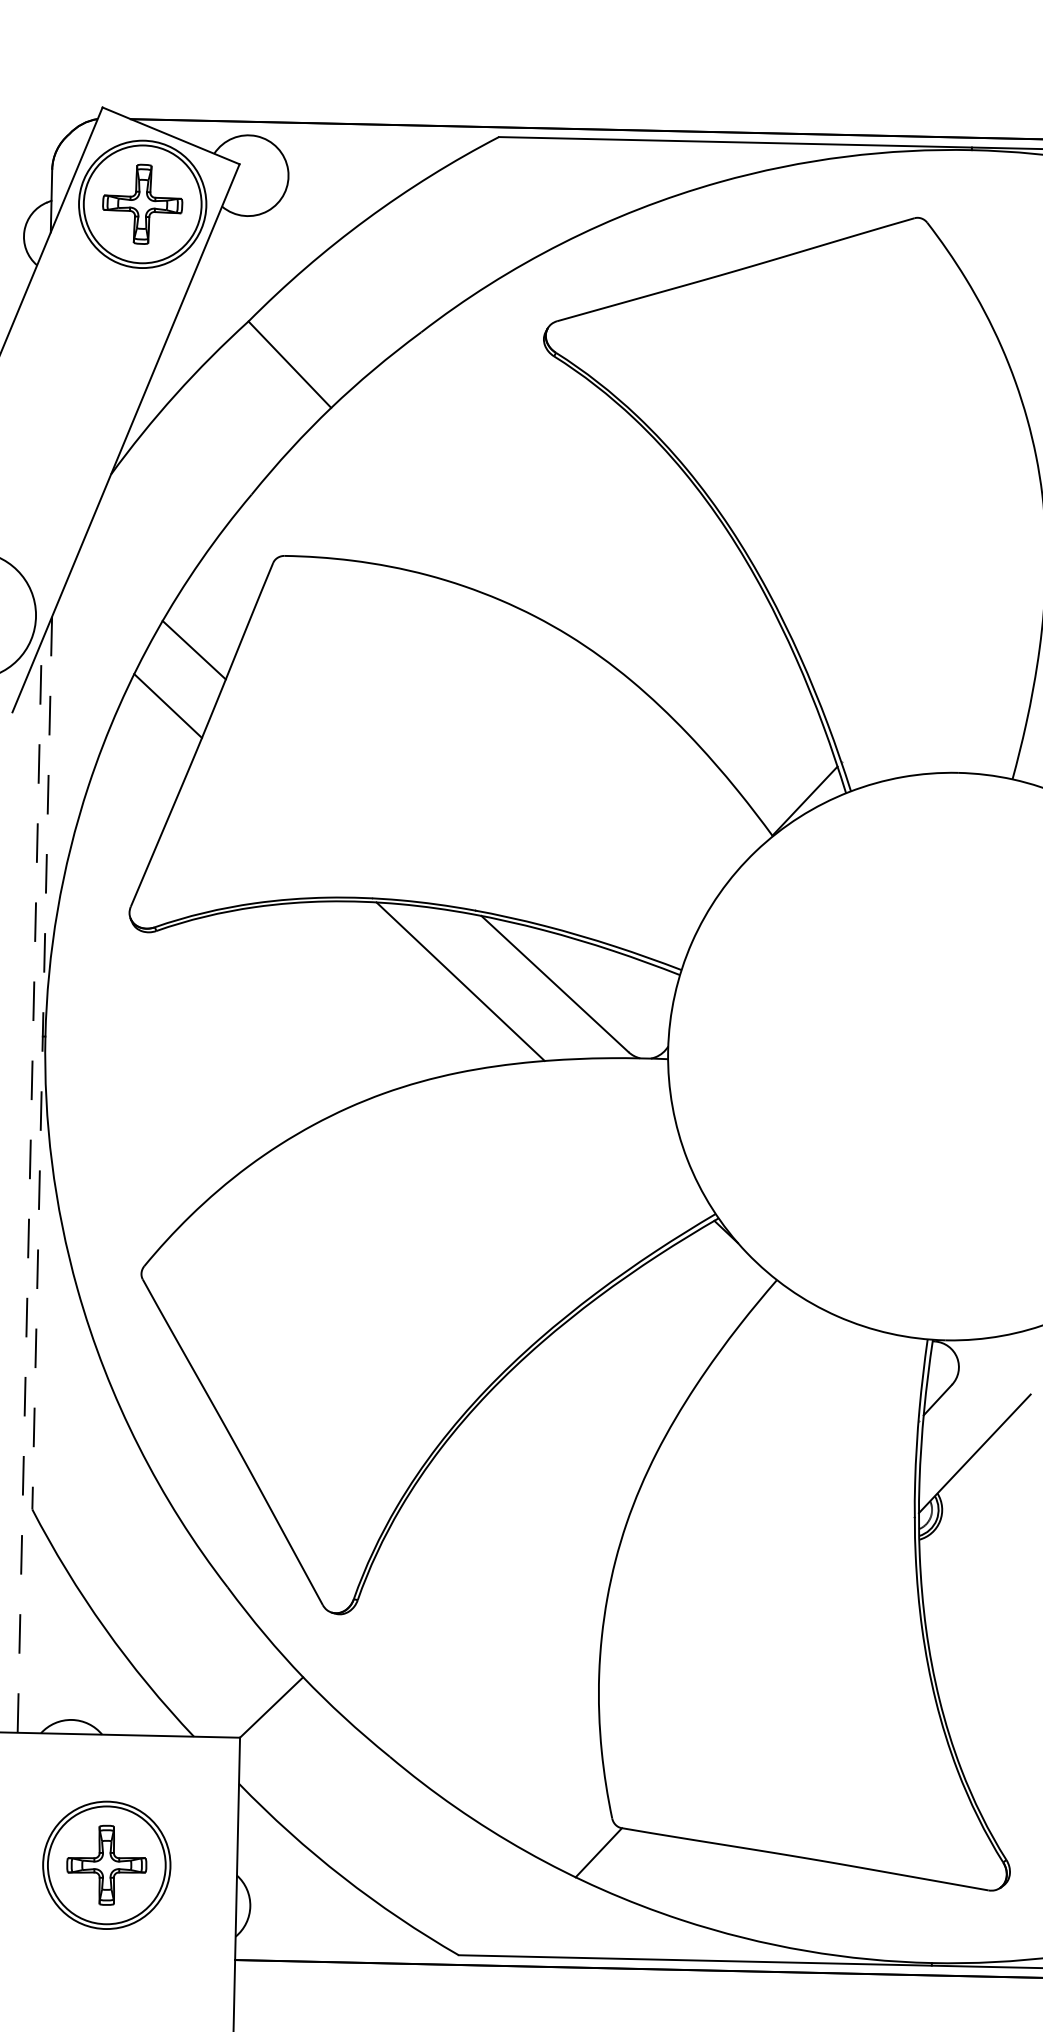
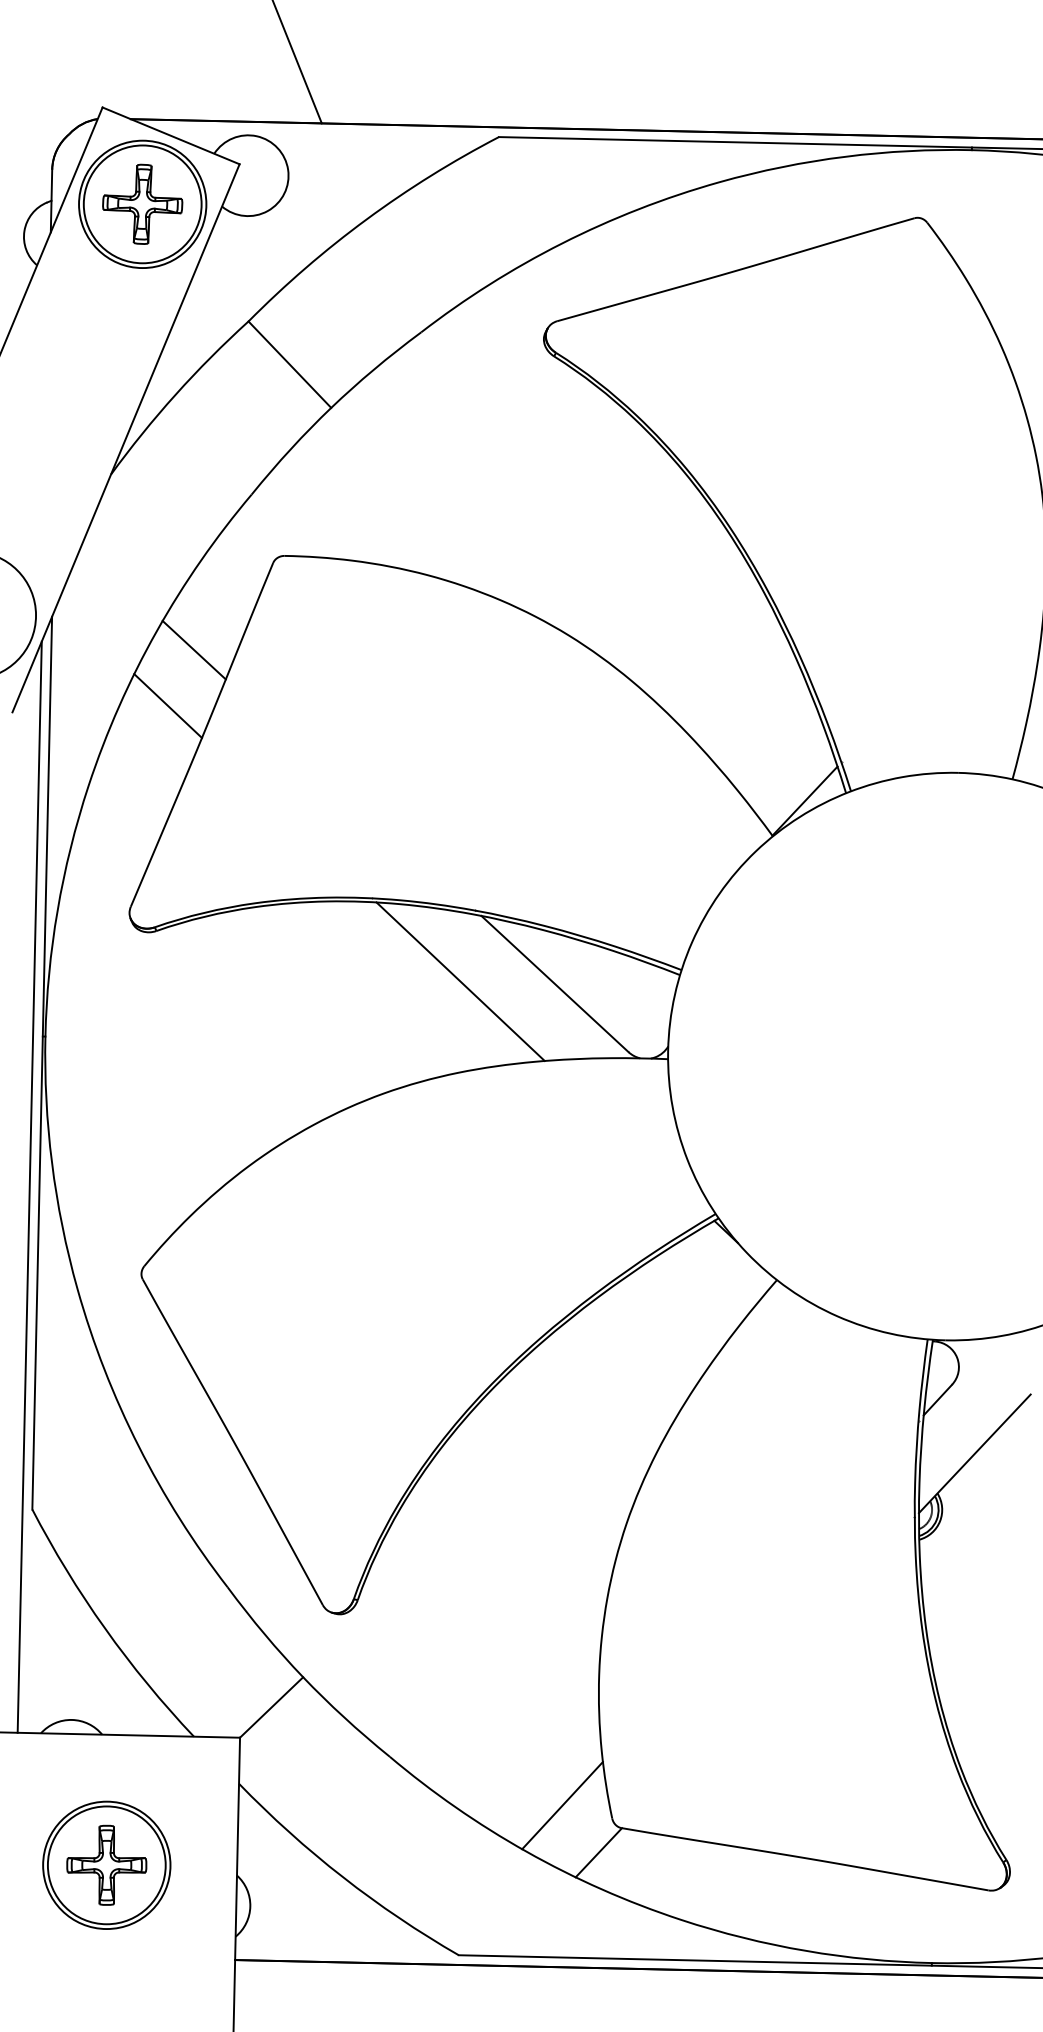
line at (297, 62): none -> present
line at (42, 1063): dashed -> solid
line at (29, 1187): dashed -> solid
line at (562, 1805): none -> present
